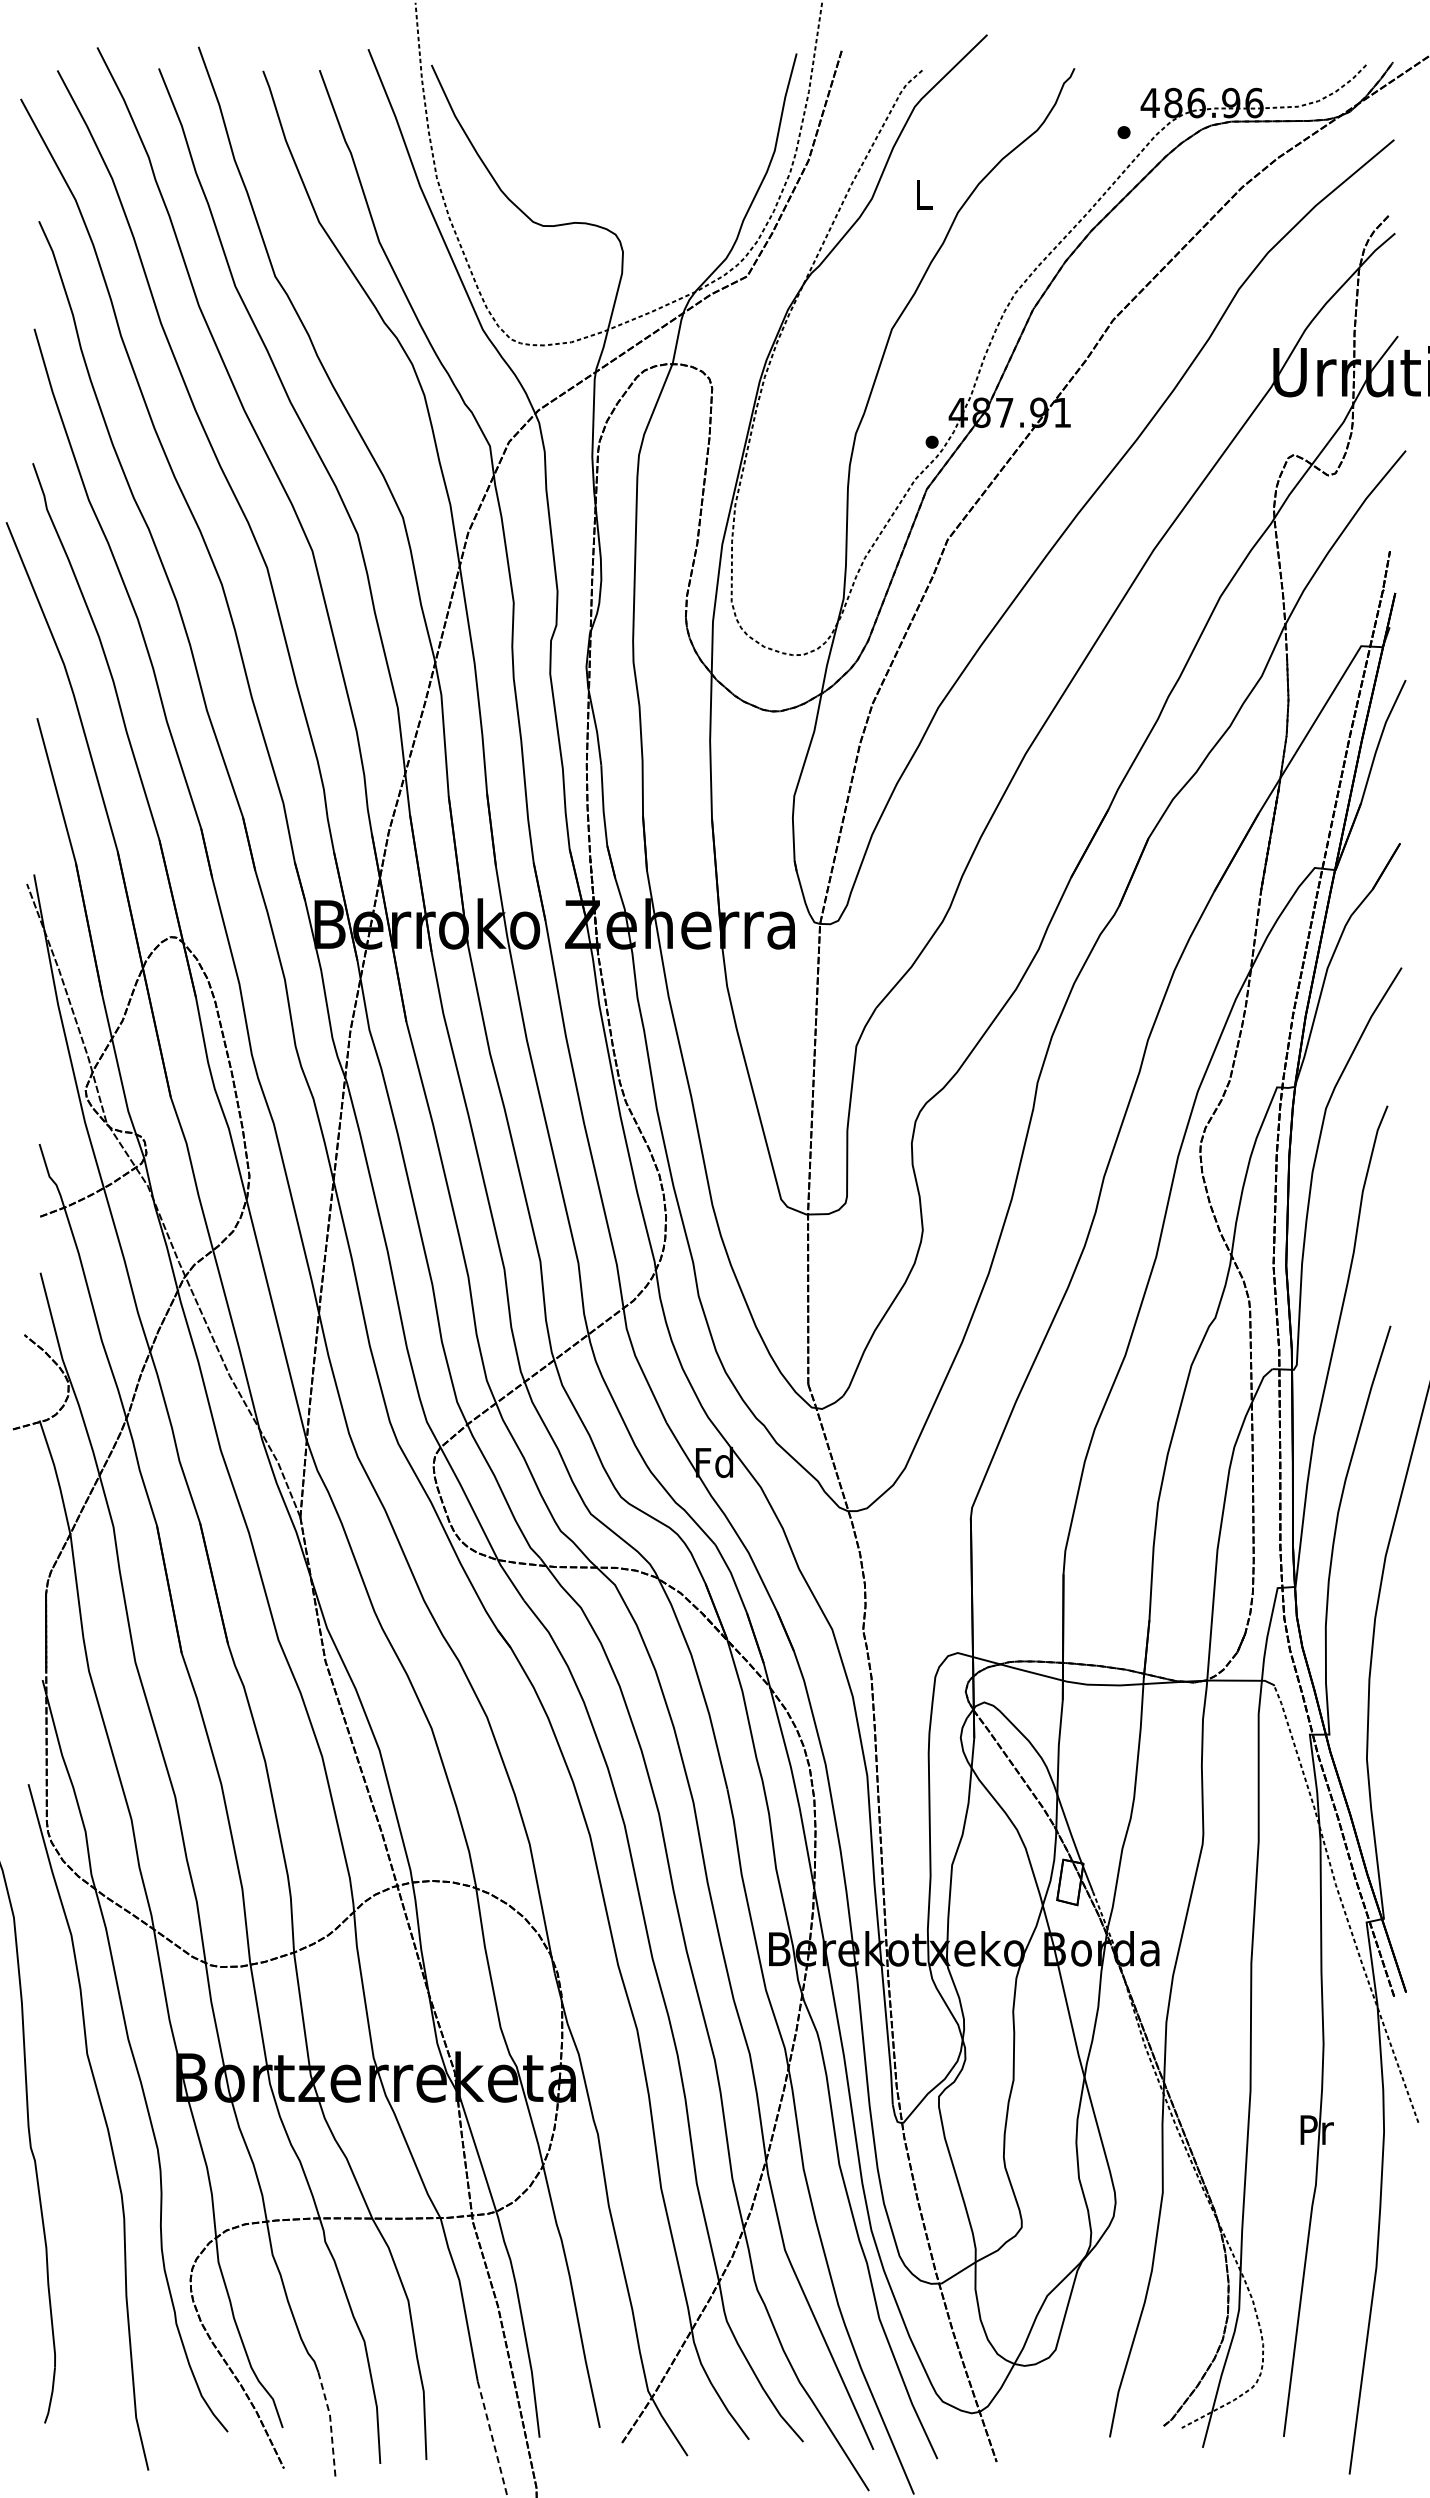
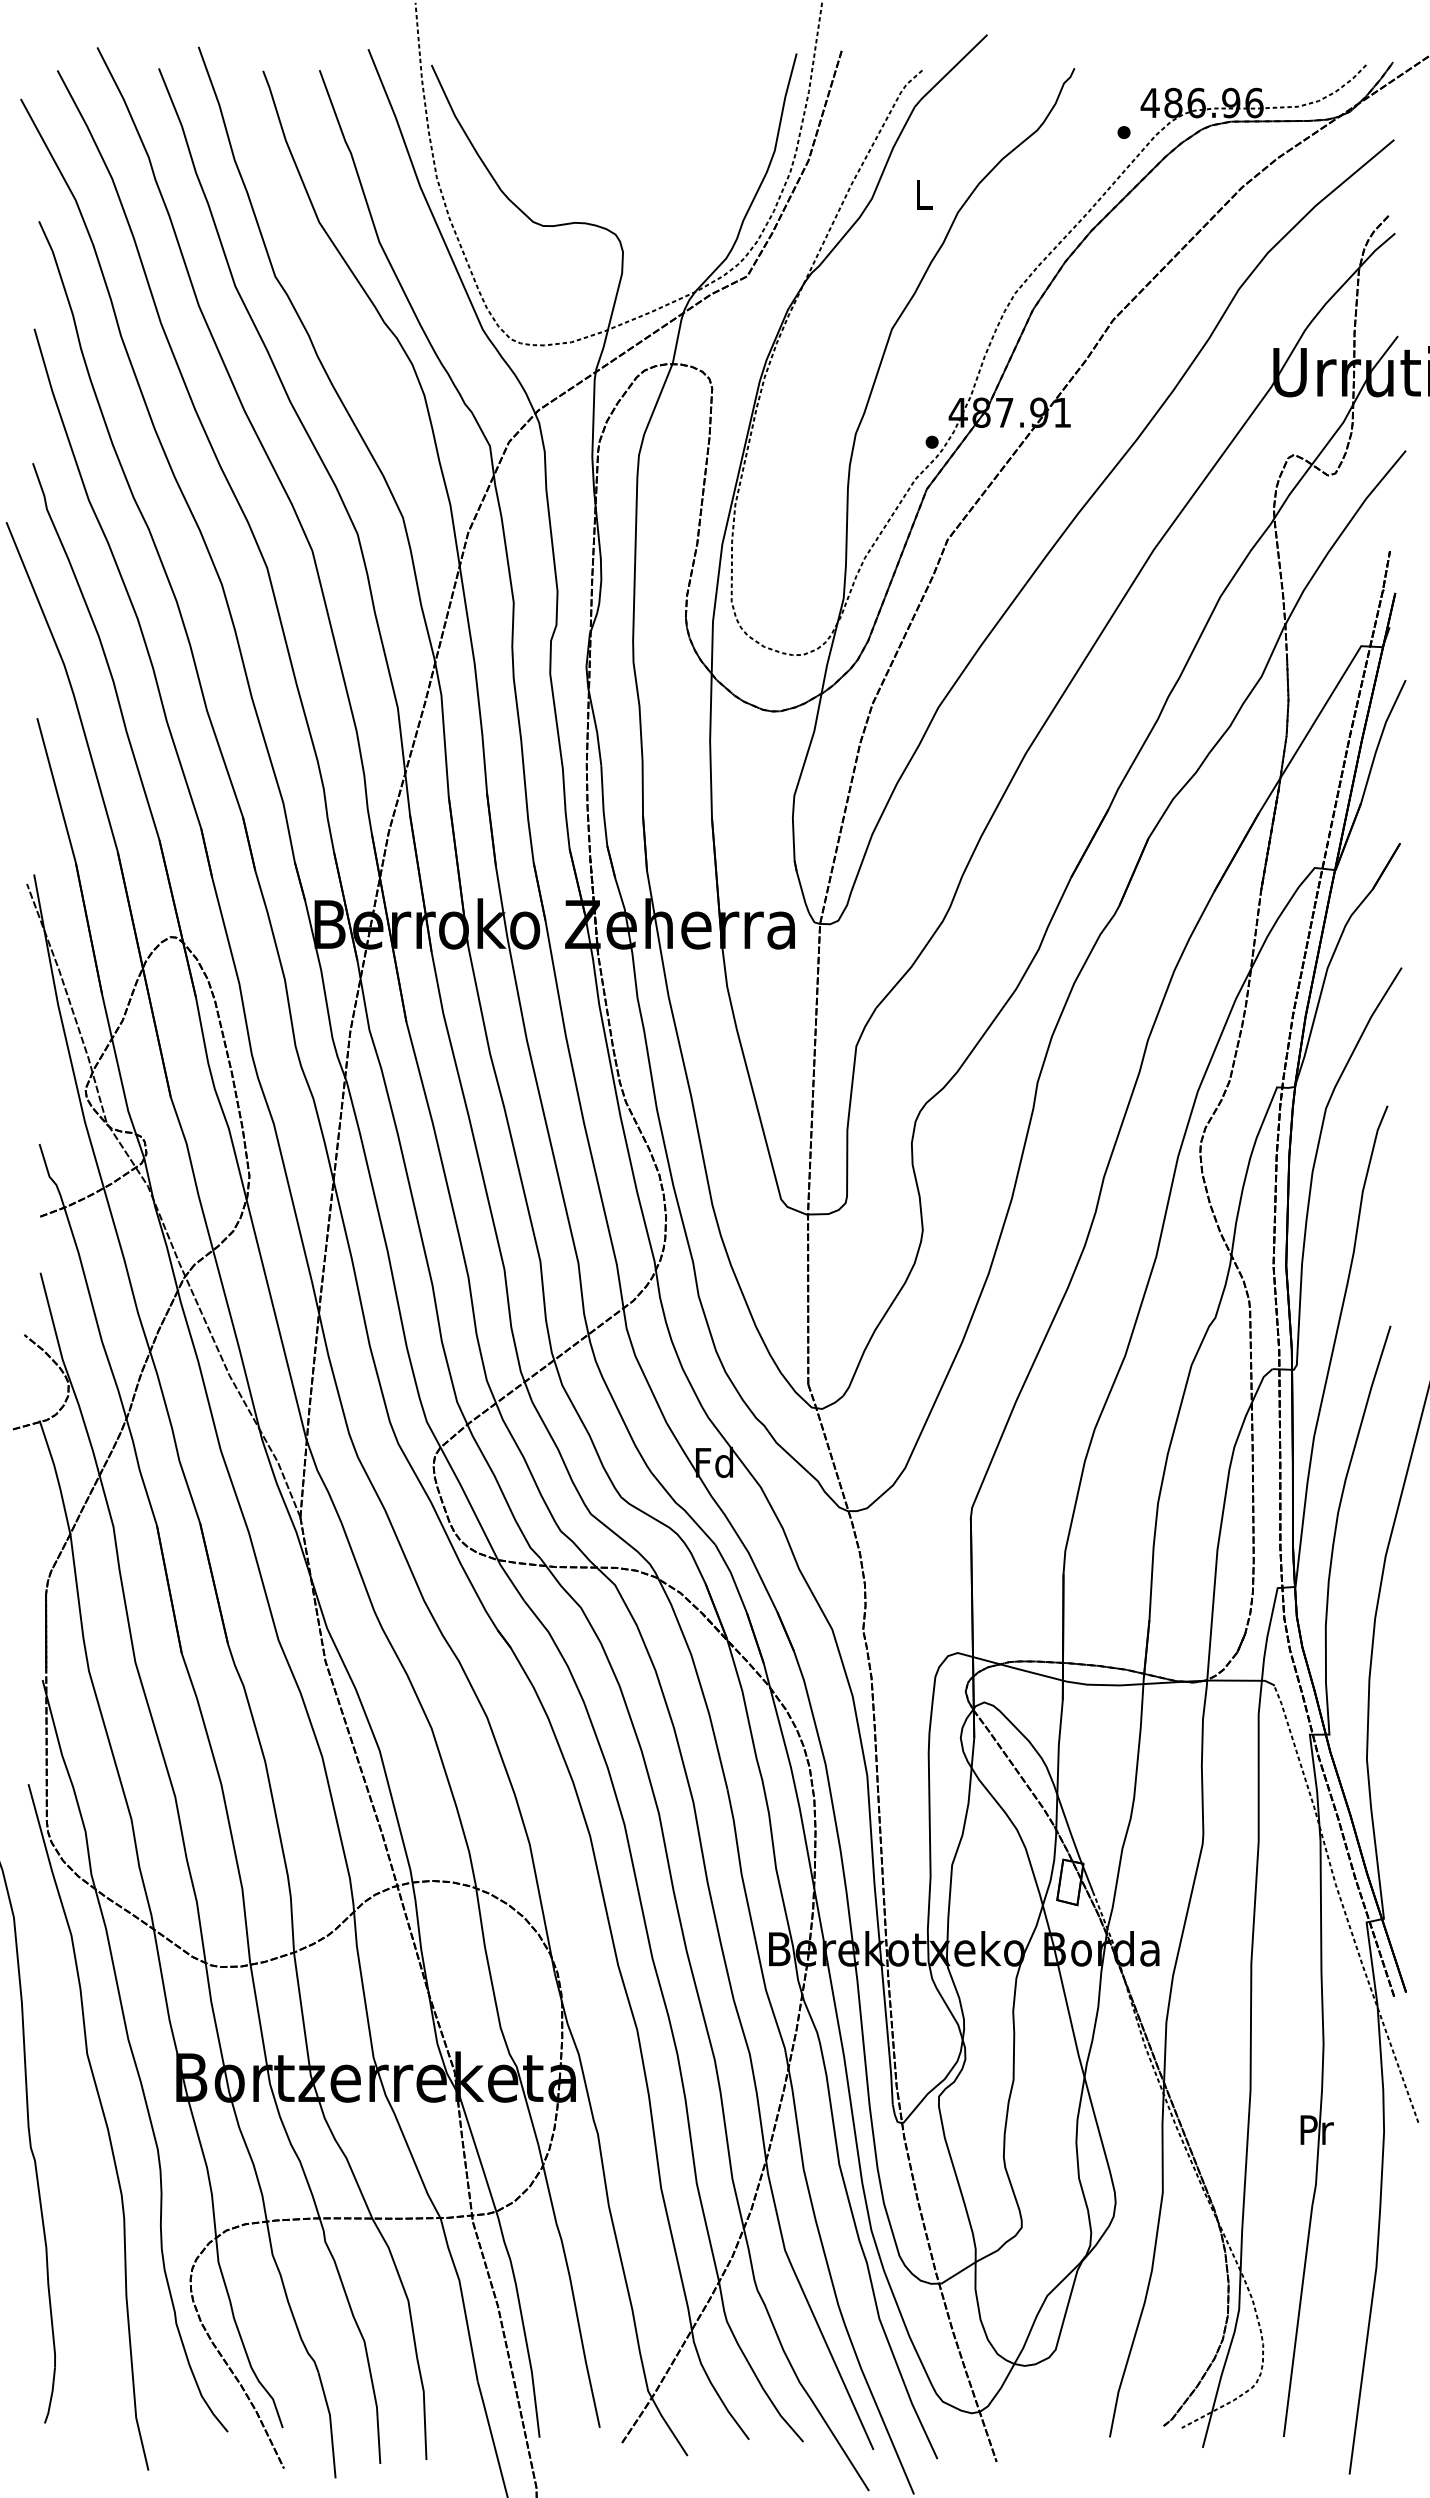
line at (330, 2423): dashed -> solid
line at (492, 2438): dashed -> solid
